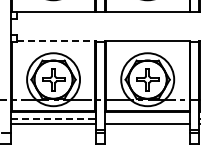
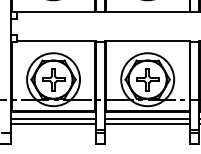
line at (56, 41): dashed -> solid
line at (53, 119): dashed -> solid
line at (147, 119): none -> present
